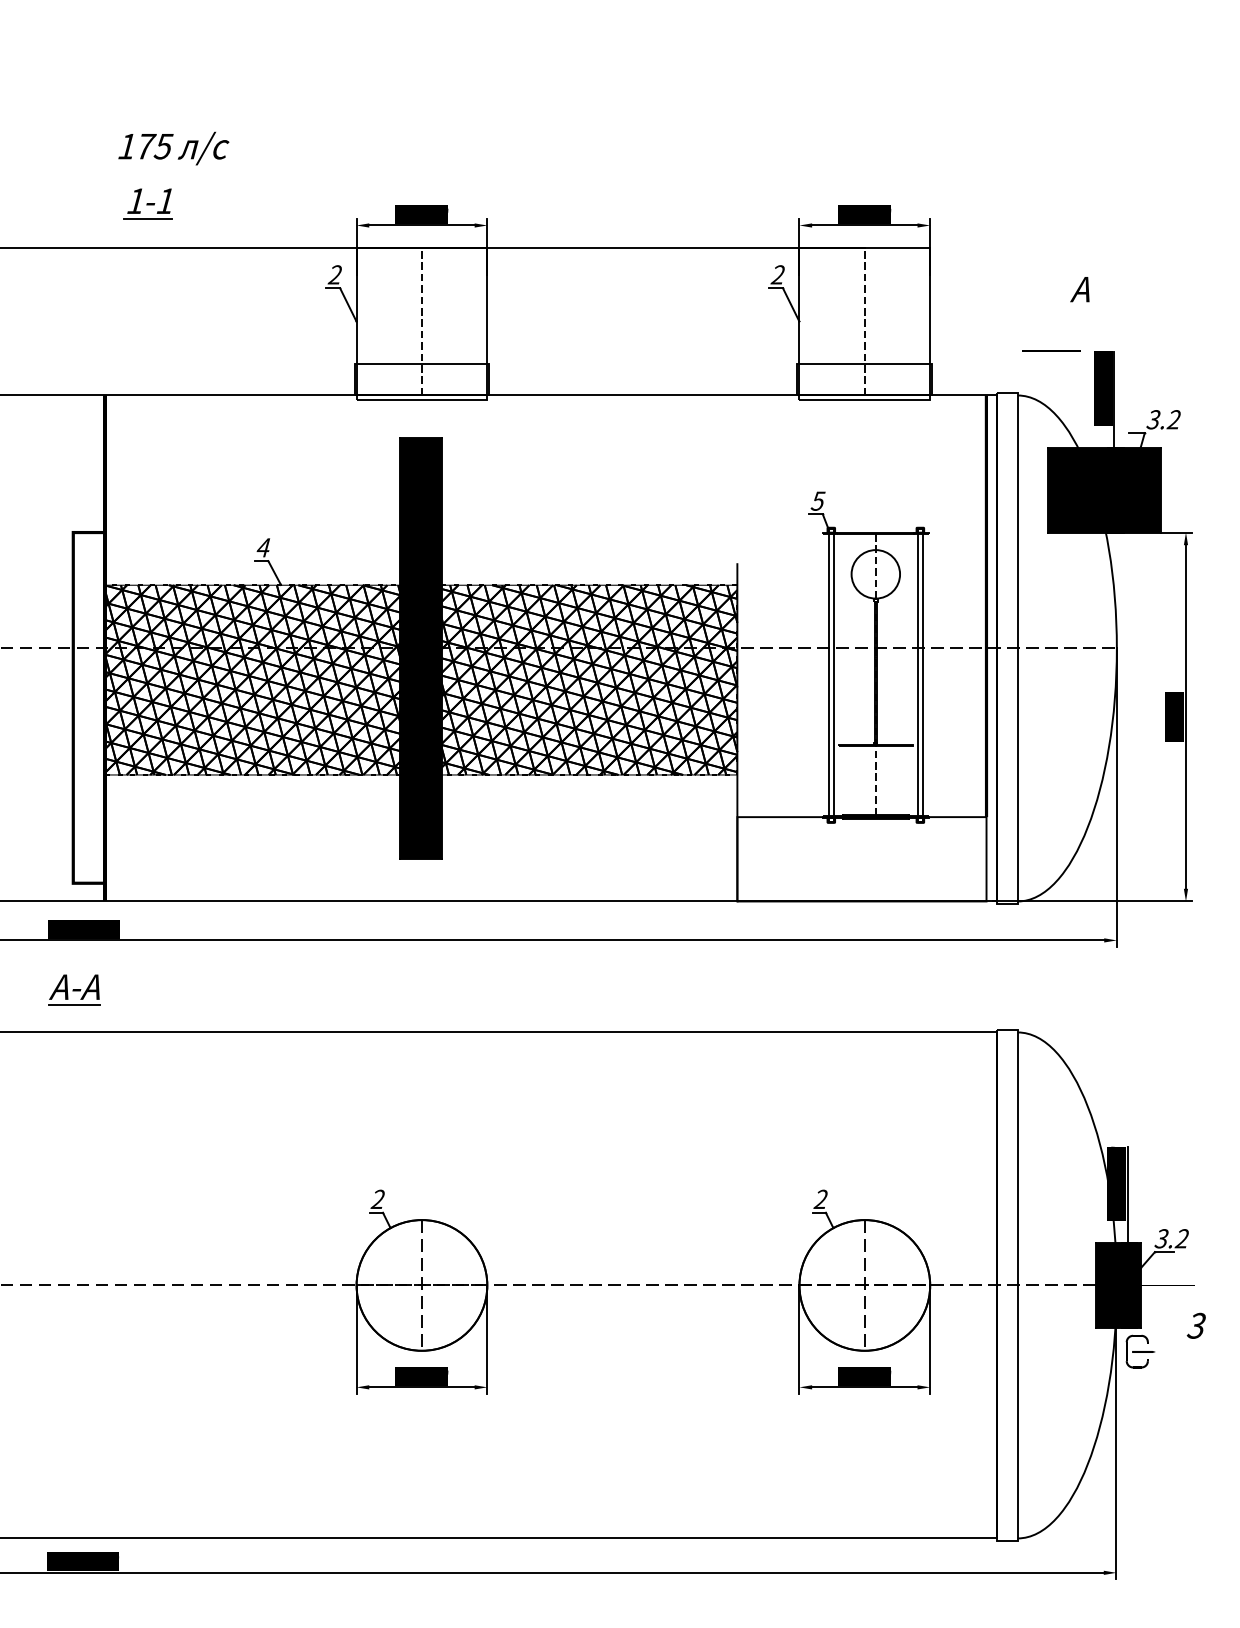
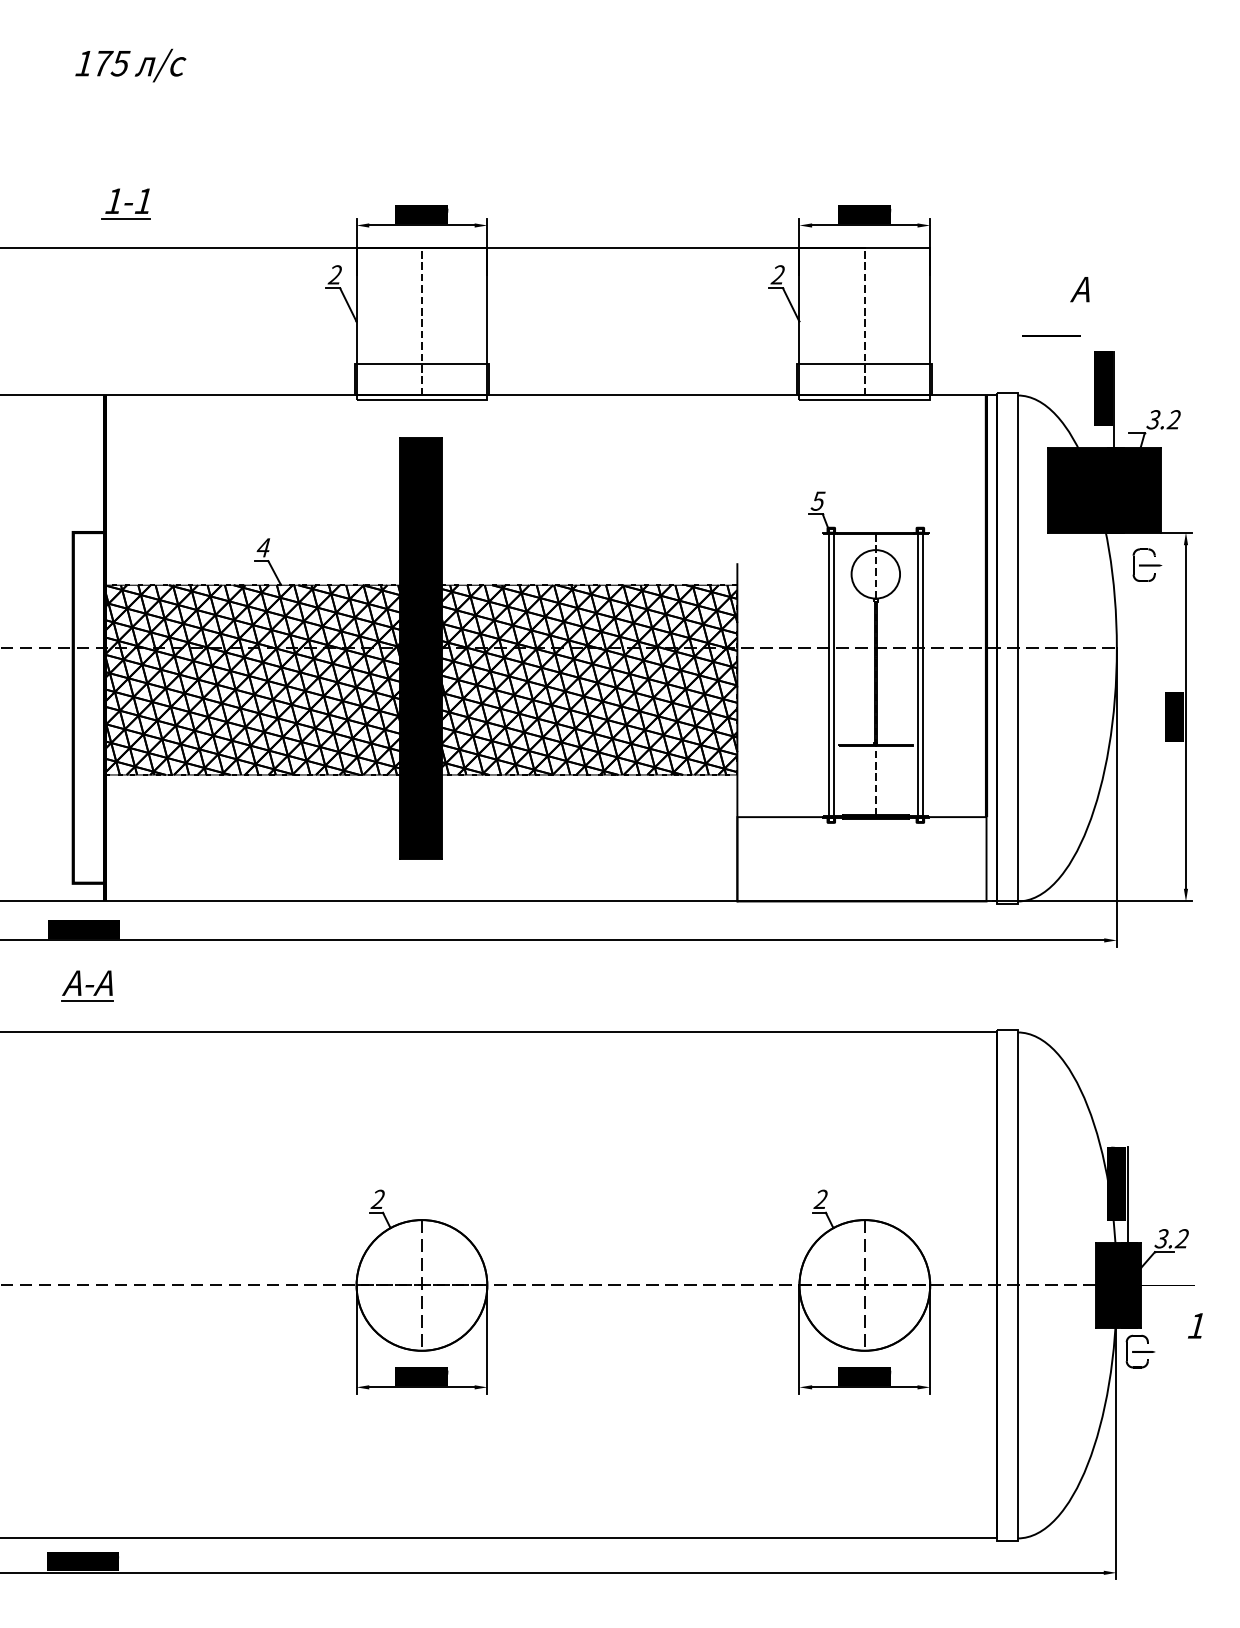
text at (173, 148) position: (173, 148) -> (130, 65)
part at (147, 203) position: (147, 203) -> (125, 203)
line at (1051, 350) position: (1051, 350) -> (1051, 335)
part at (1147, 564): none -> present
part at (74, 989) position: (74, 989) -> (87, 985)
text at (1195, 1325): 3 -> 1
